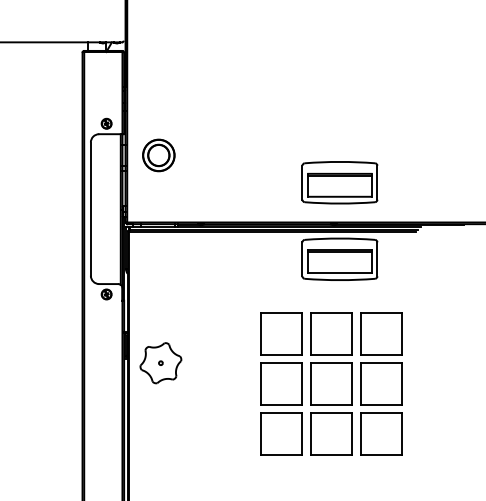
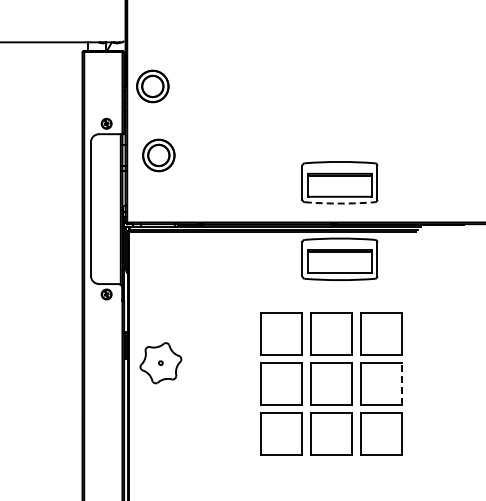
part at (152, 86): none -> present
arc at (339, 203): solid -> dashed
line at (402, 384): solid -> dashed
